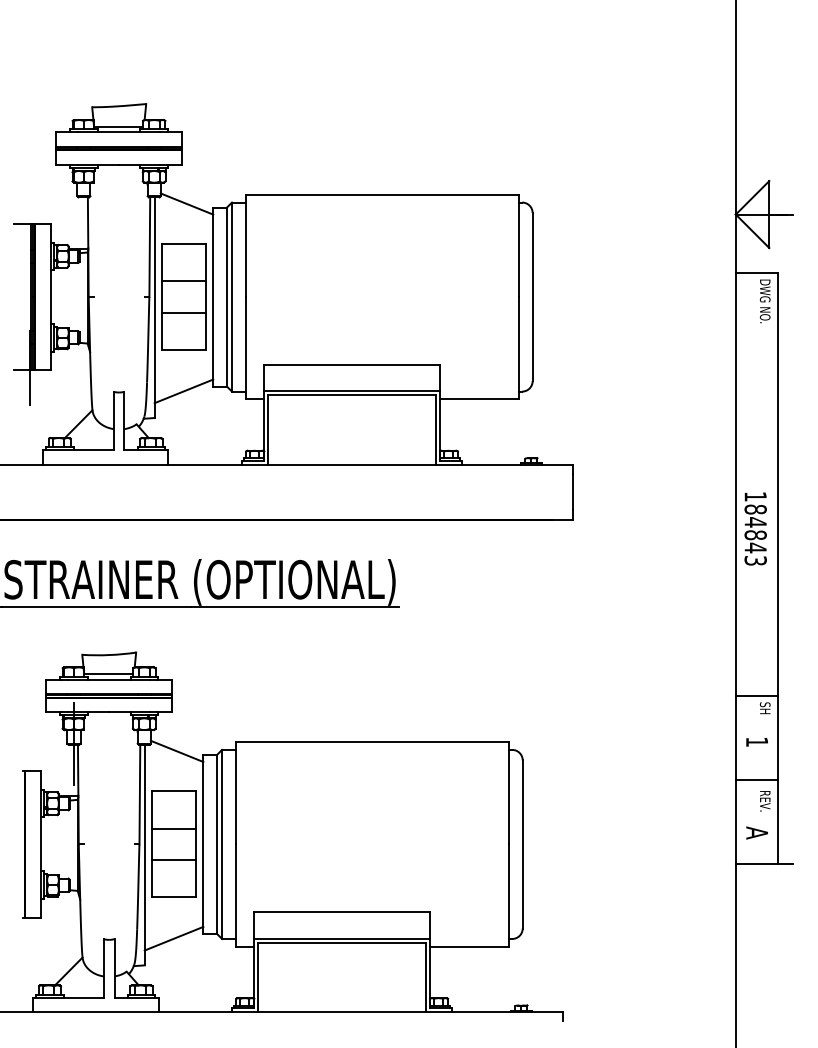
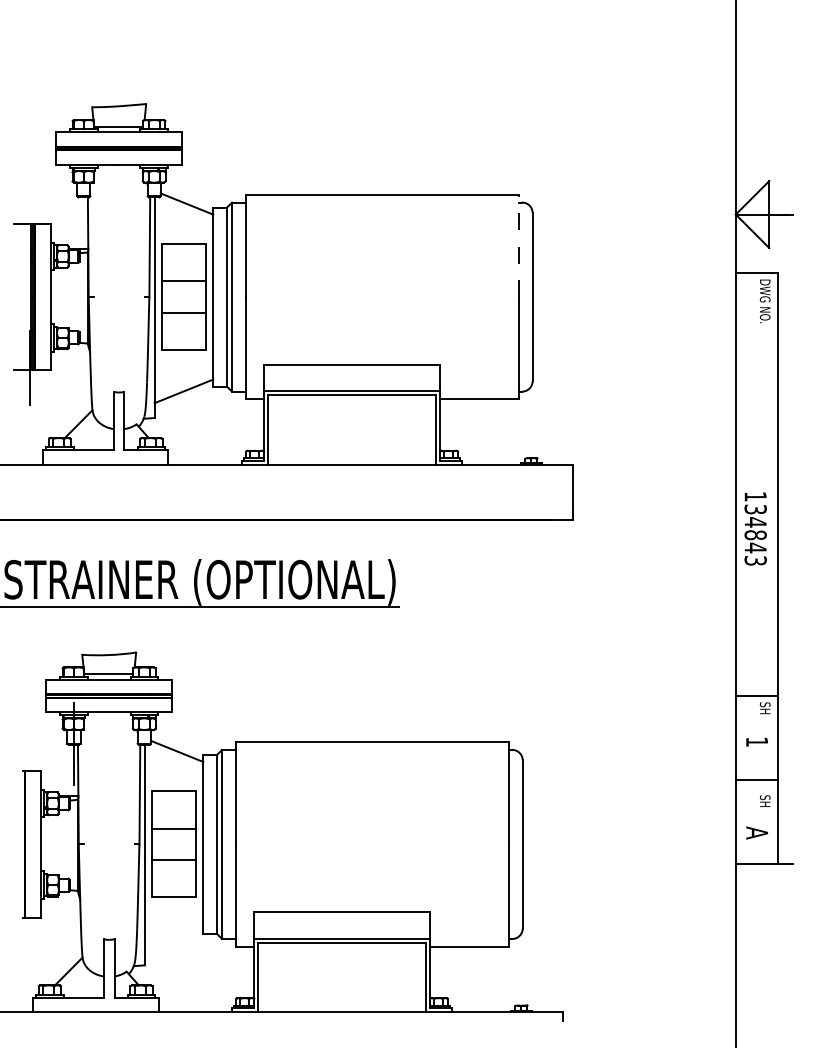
line at (519, 245): solid -> dashed
text at (755, 509): 184843 -> 134843
text at (764, 801): REV. -> SH
line at (173, 938): present -> none
